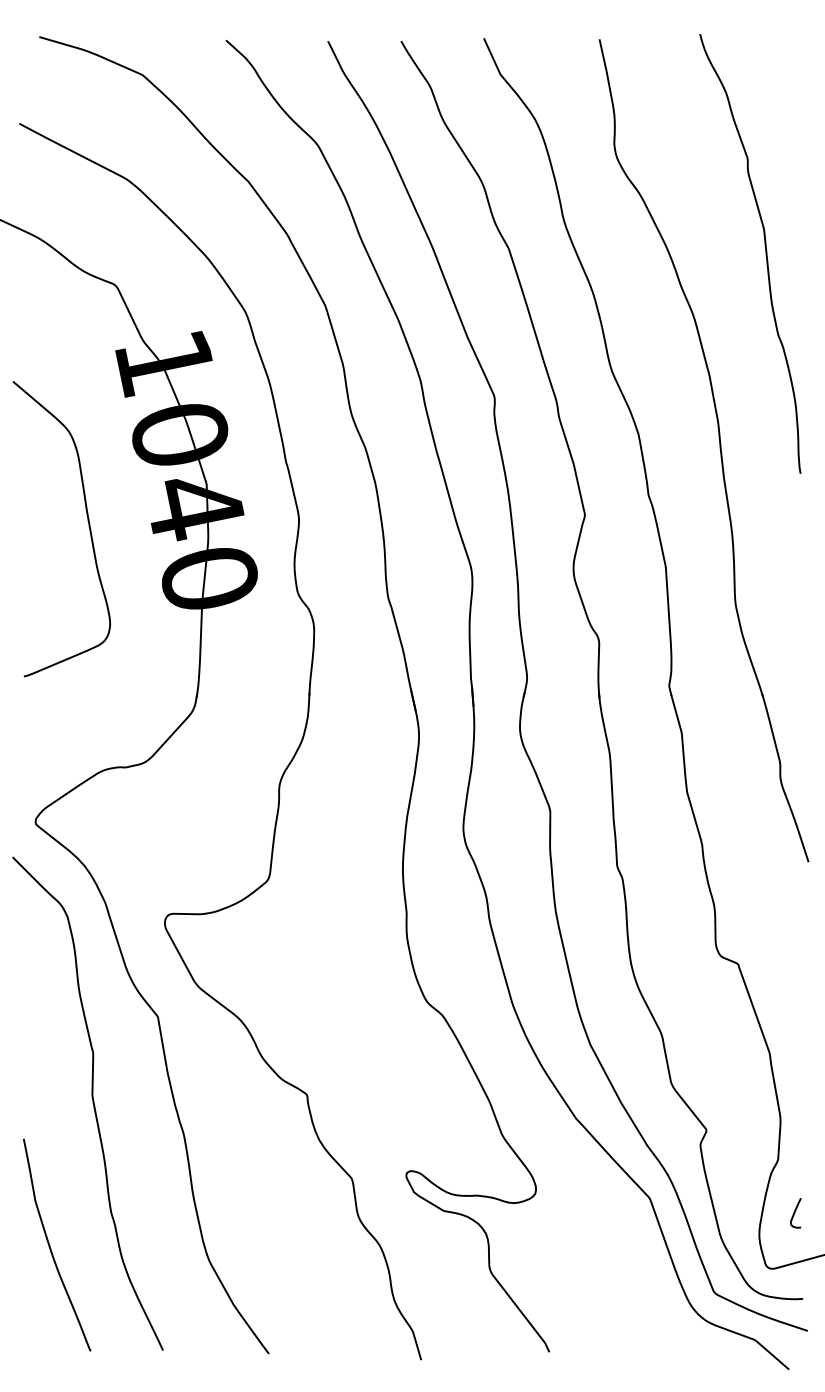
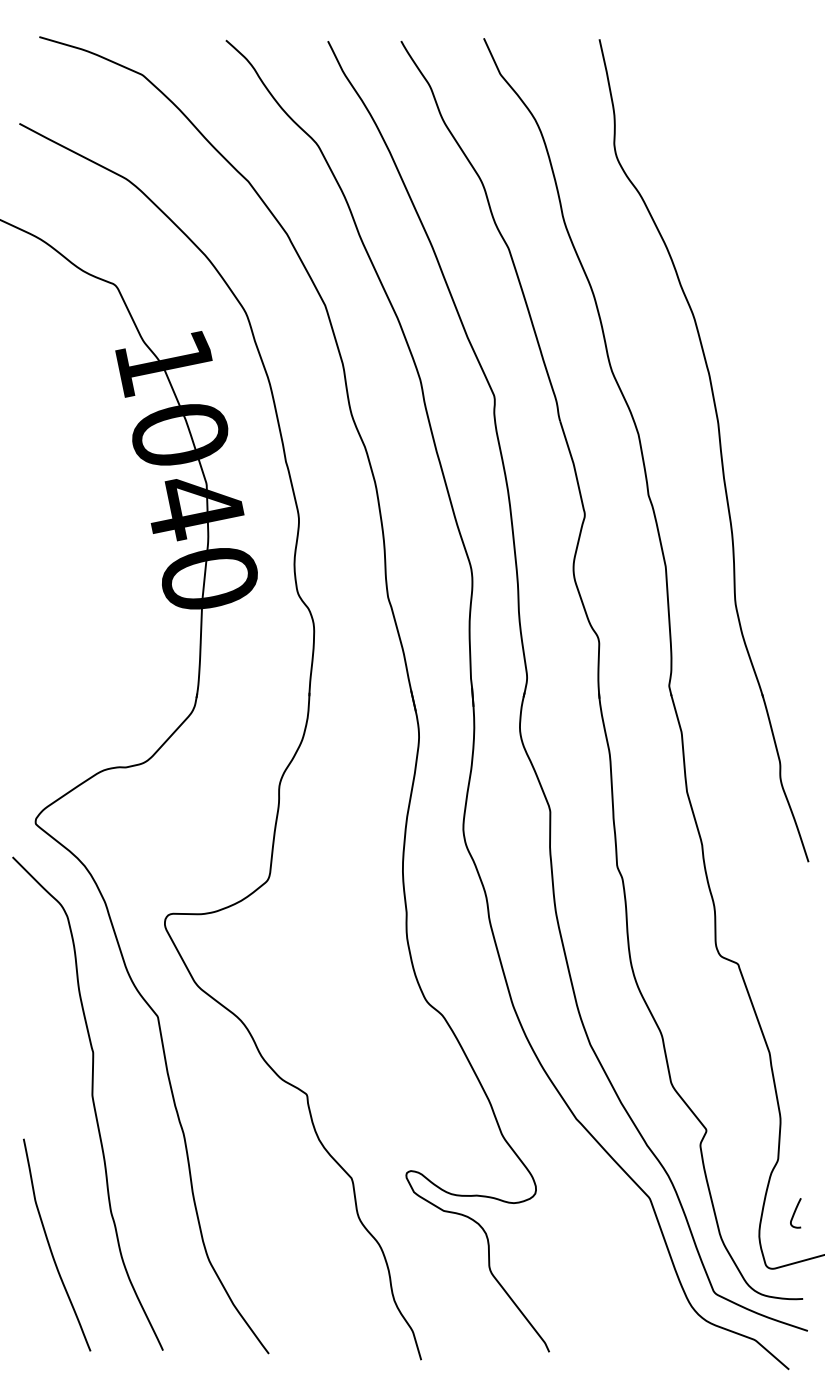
curve at (765, 253): present -> none
curve at (88, 526): present -> none
